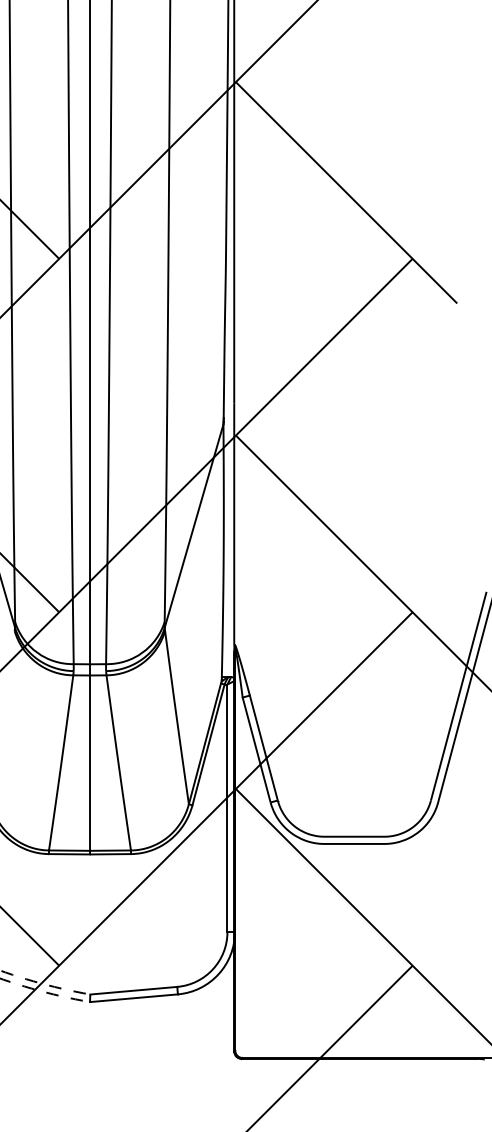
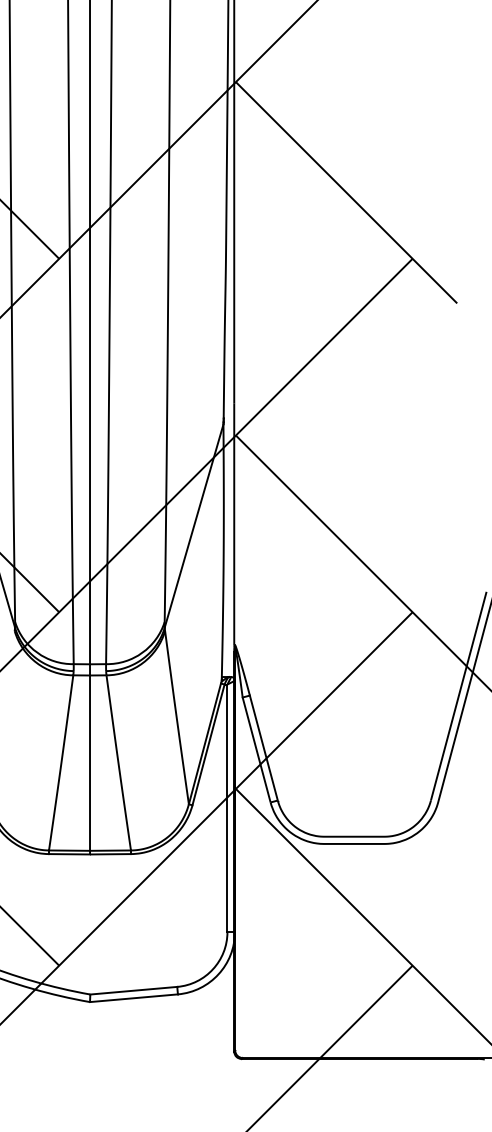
arc at (45, 984): dashed -> solid
arc at (45, 992): dashed -> solid
